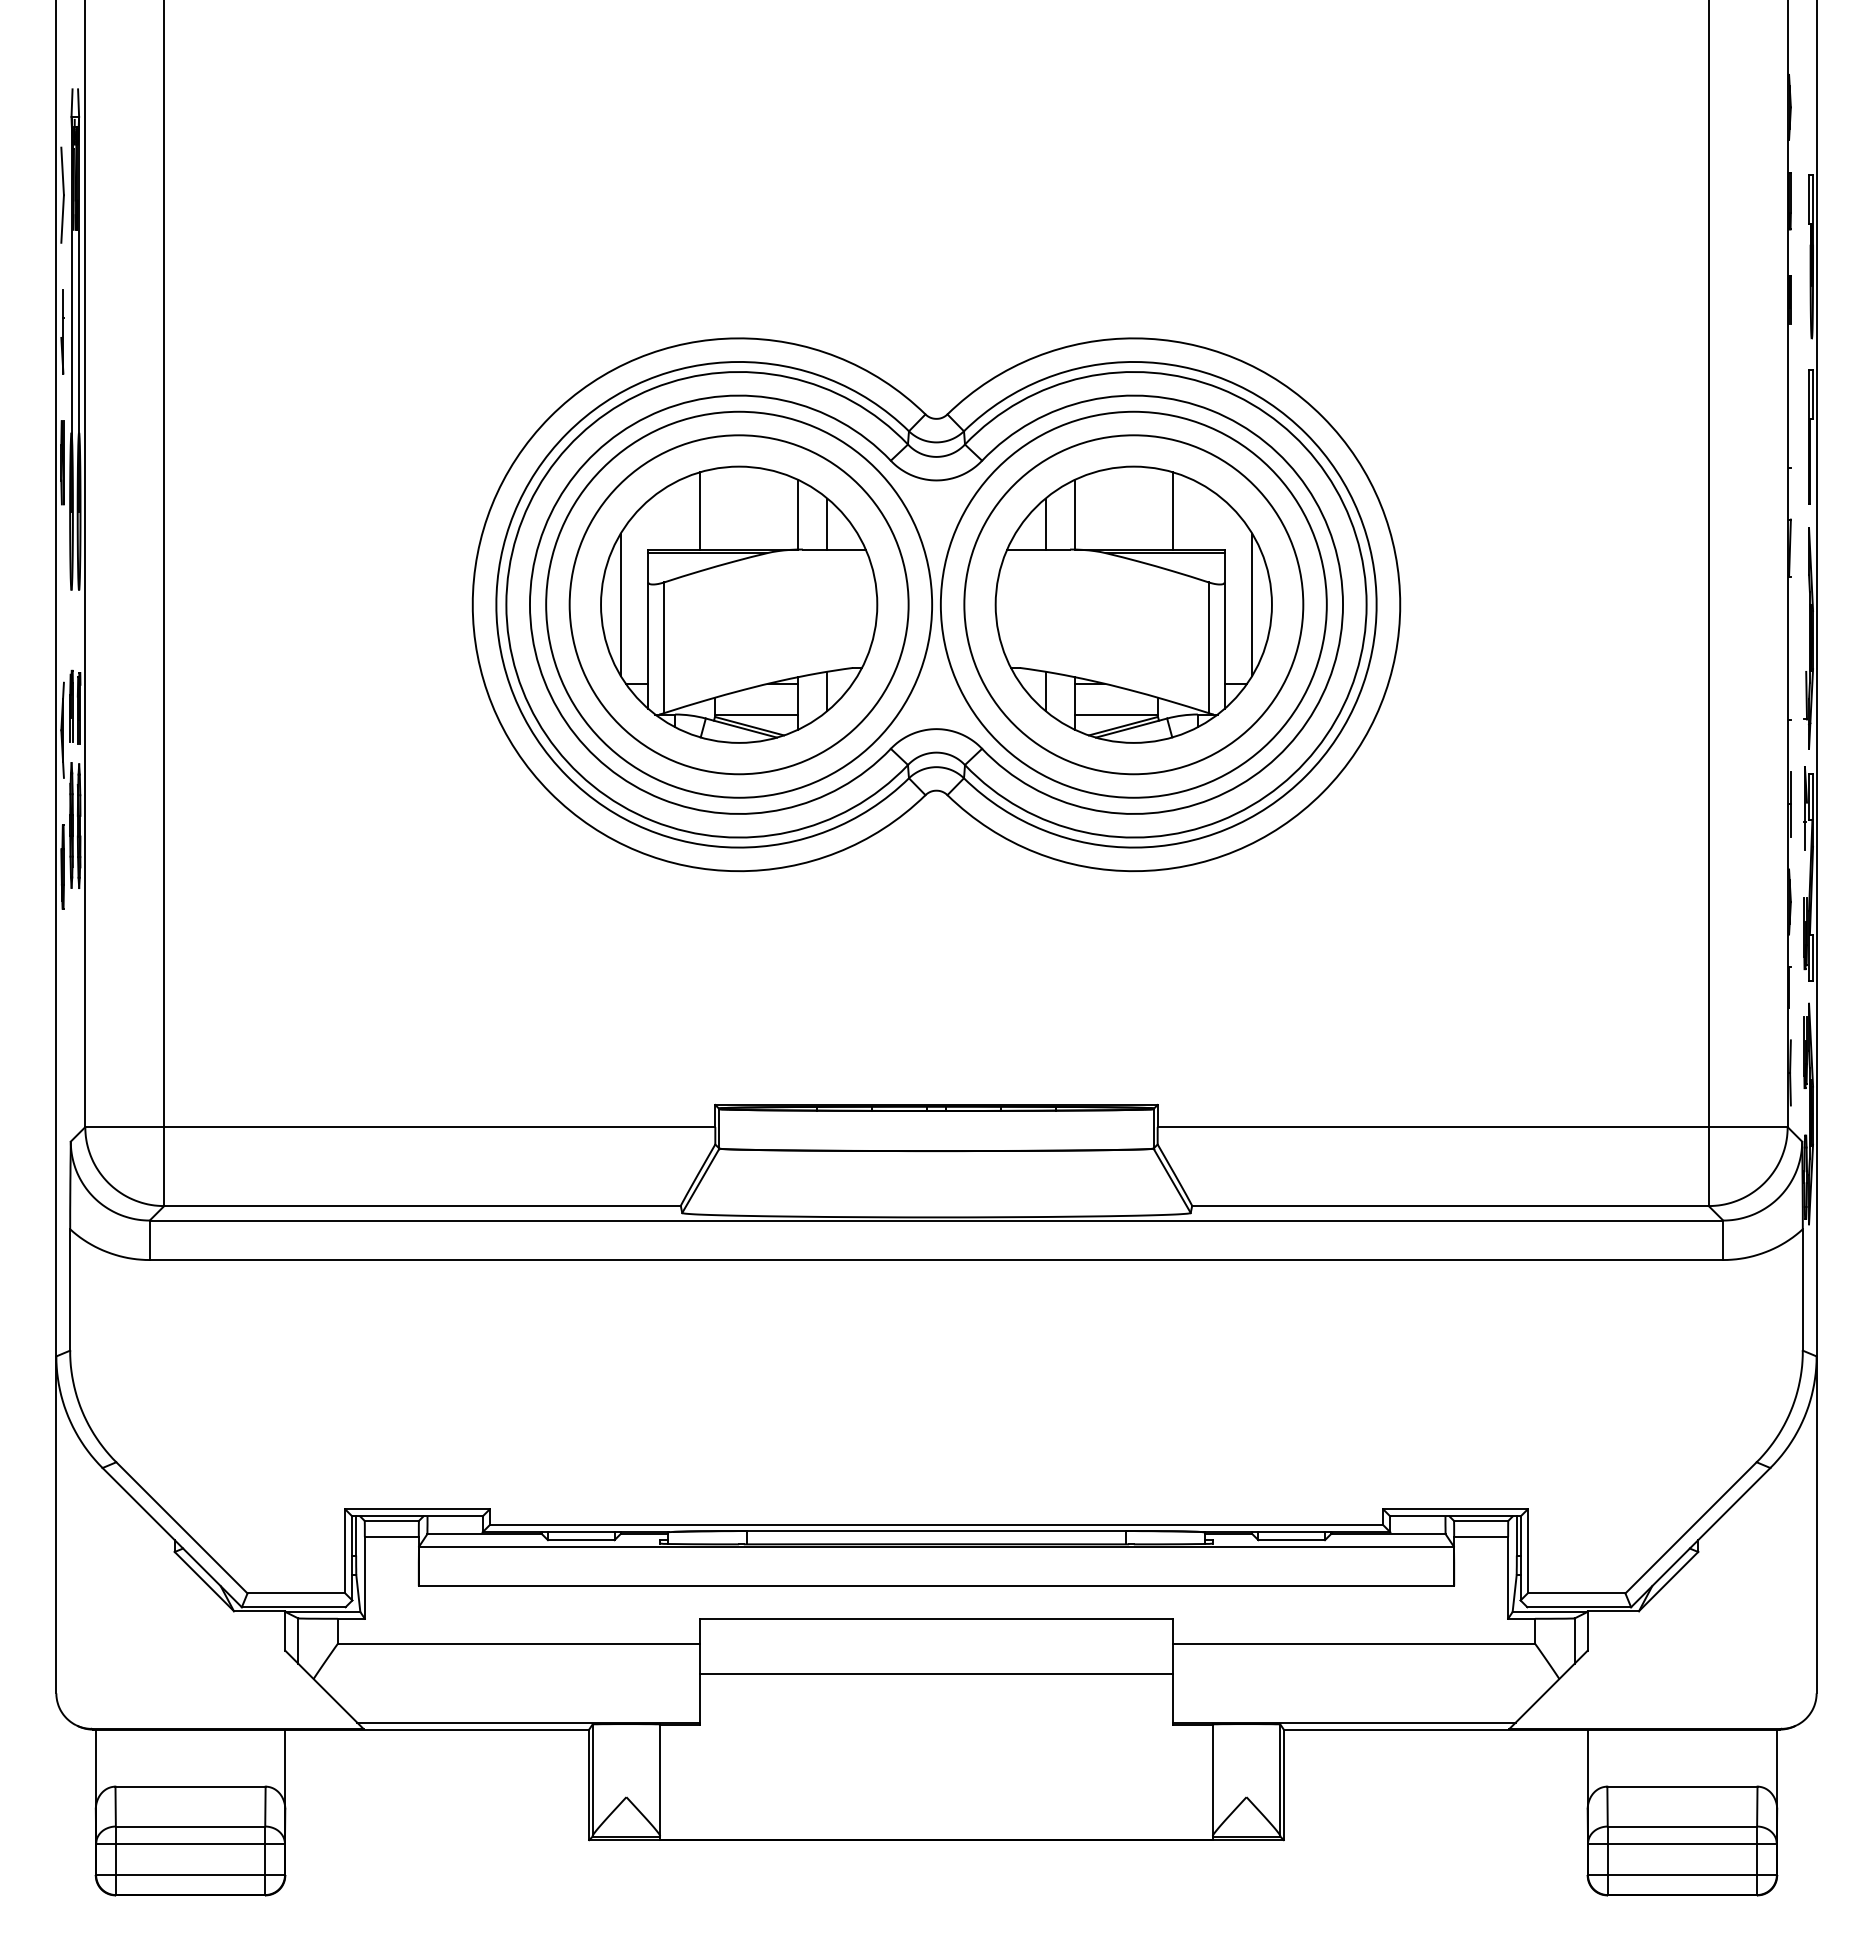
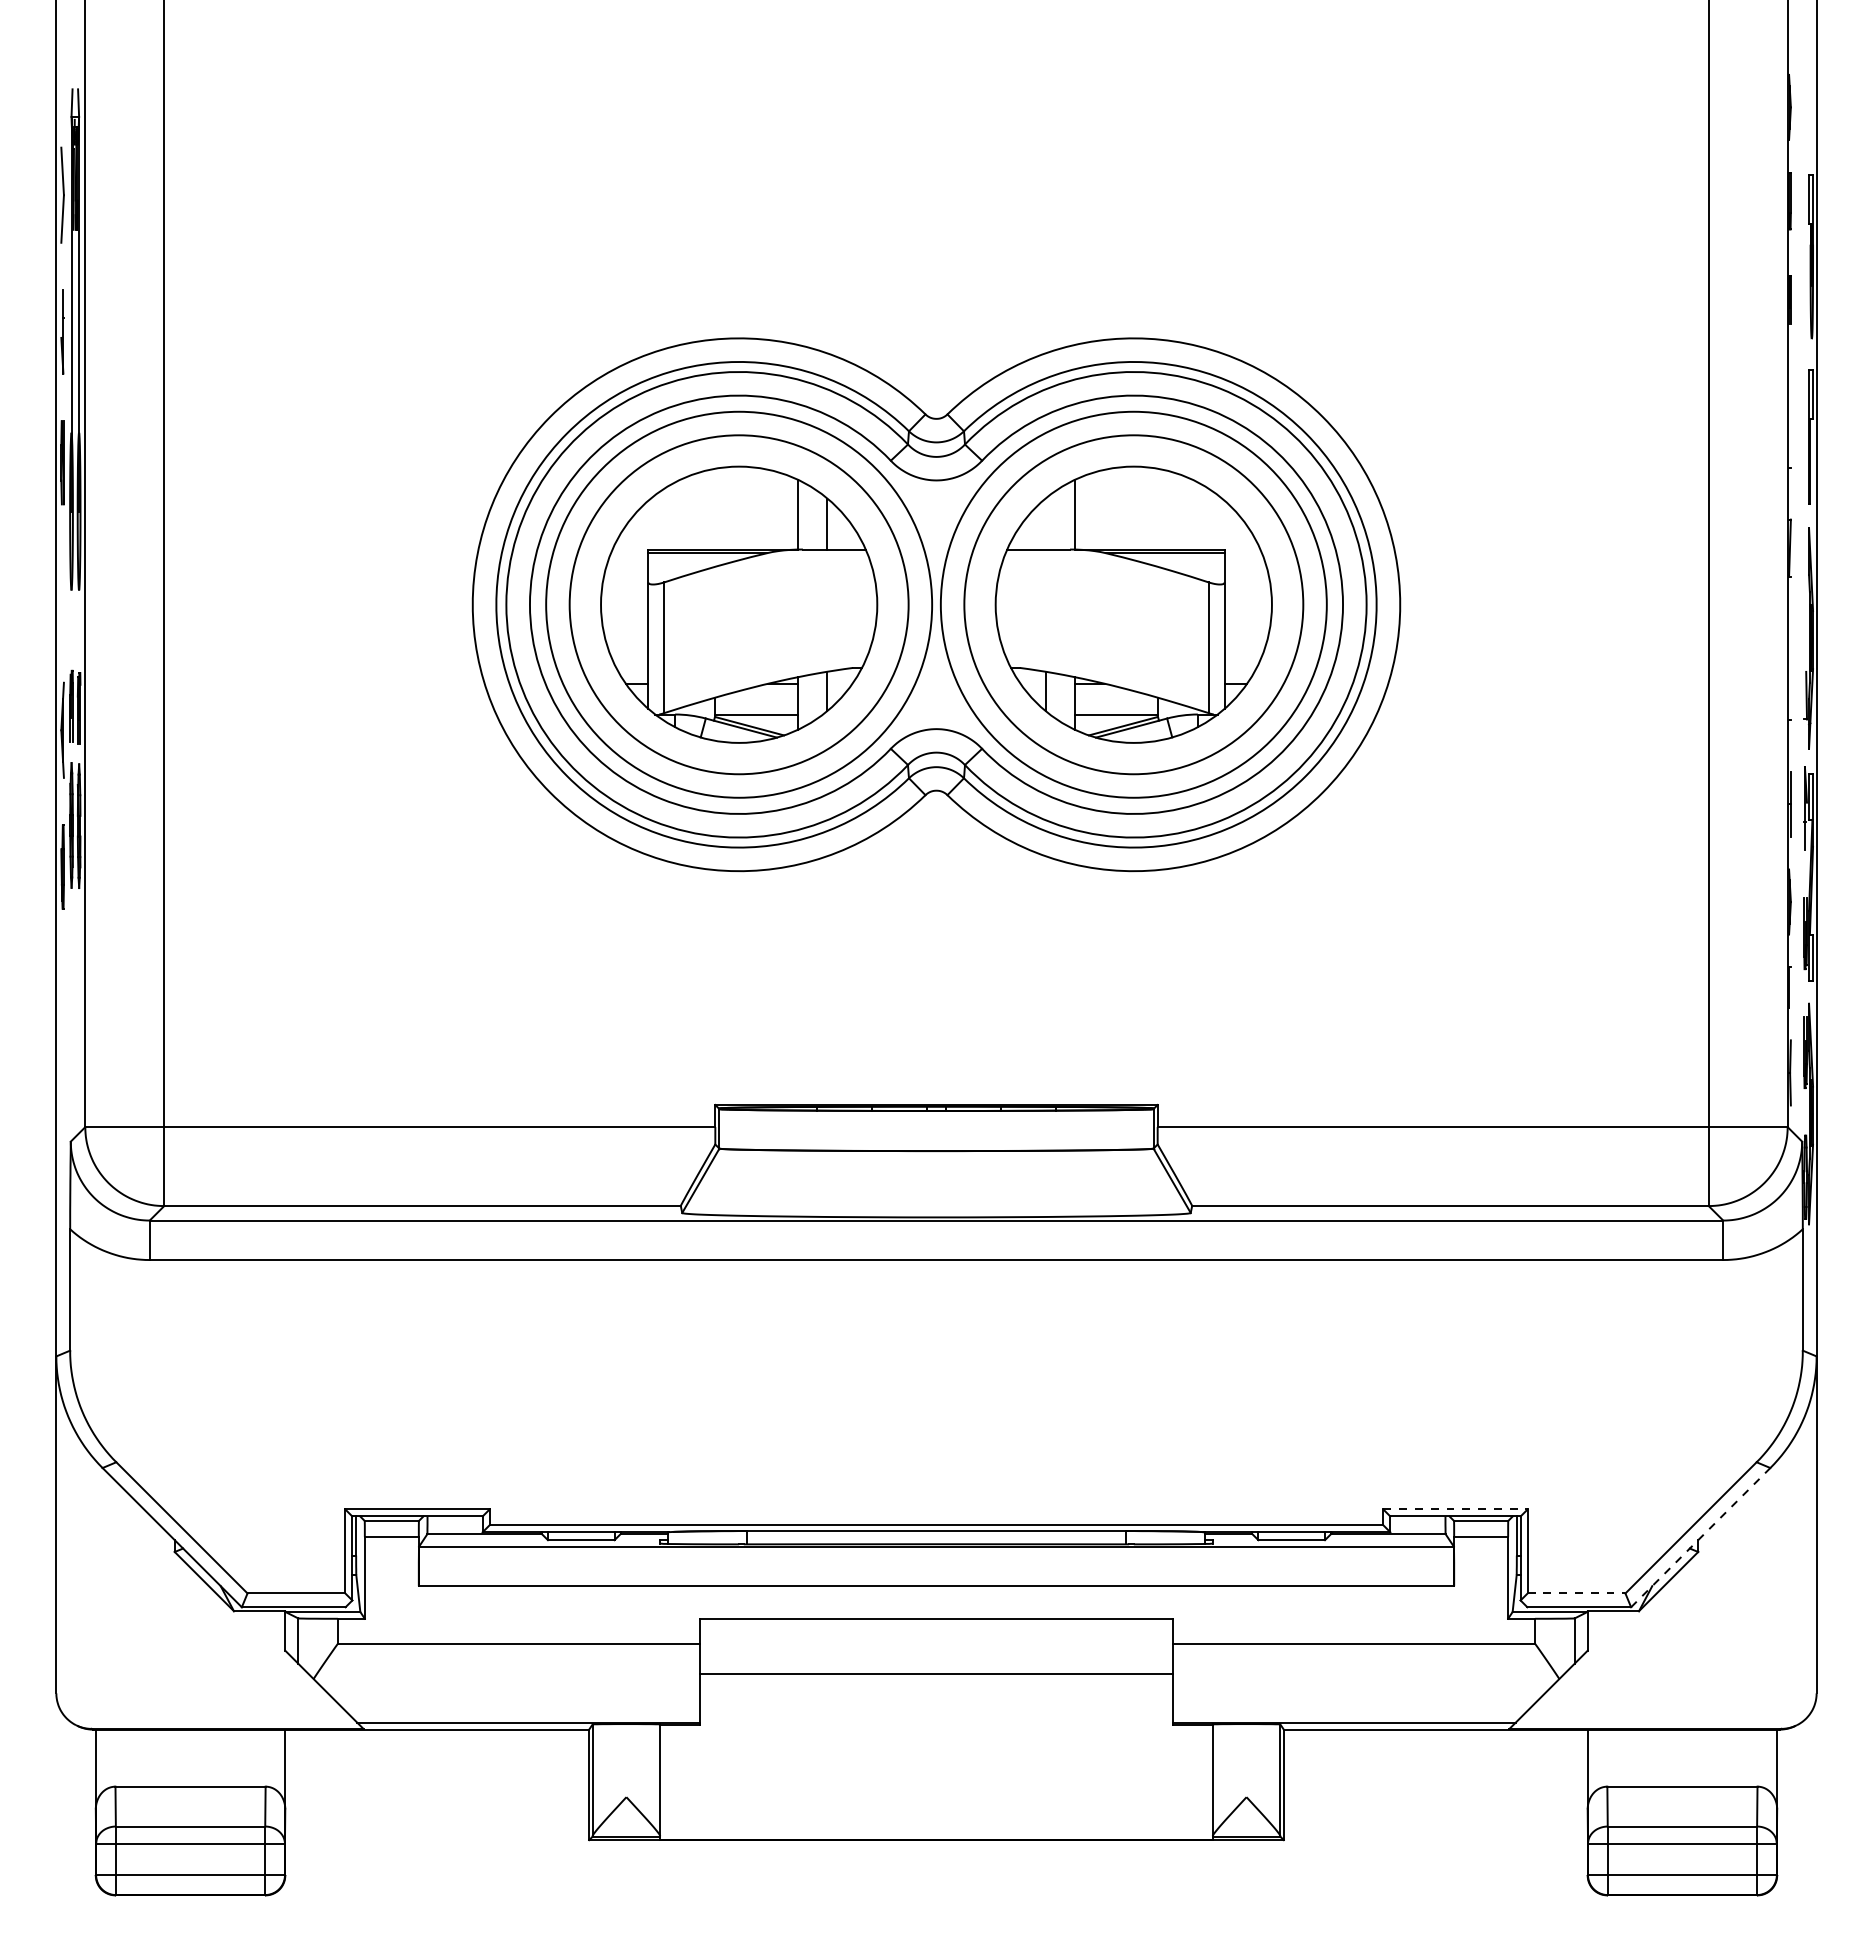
line at (699, 510): present -> none
line at (1173, 510): present -> none
line at (1045, 523): present -> none
line at (620, 604): present -> none
line at (1252, 604): present -> none
line at (1455, 1509): solid -> dashed
line at (1701, 1537): solid -> dashed
line at (1576, 1593): solid -> dashed
